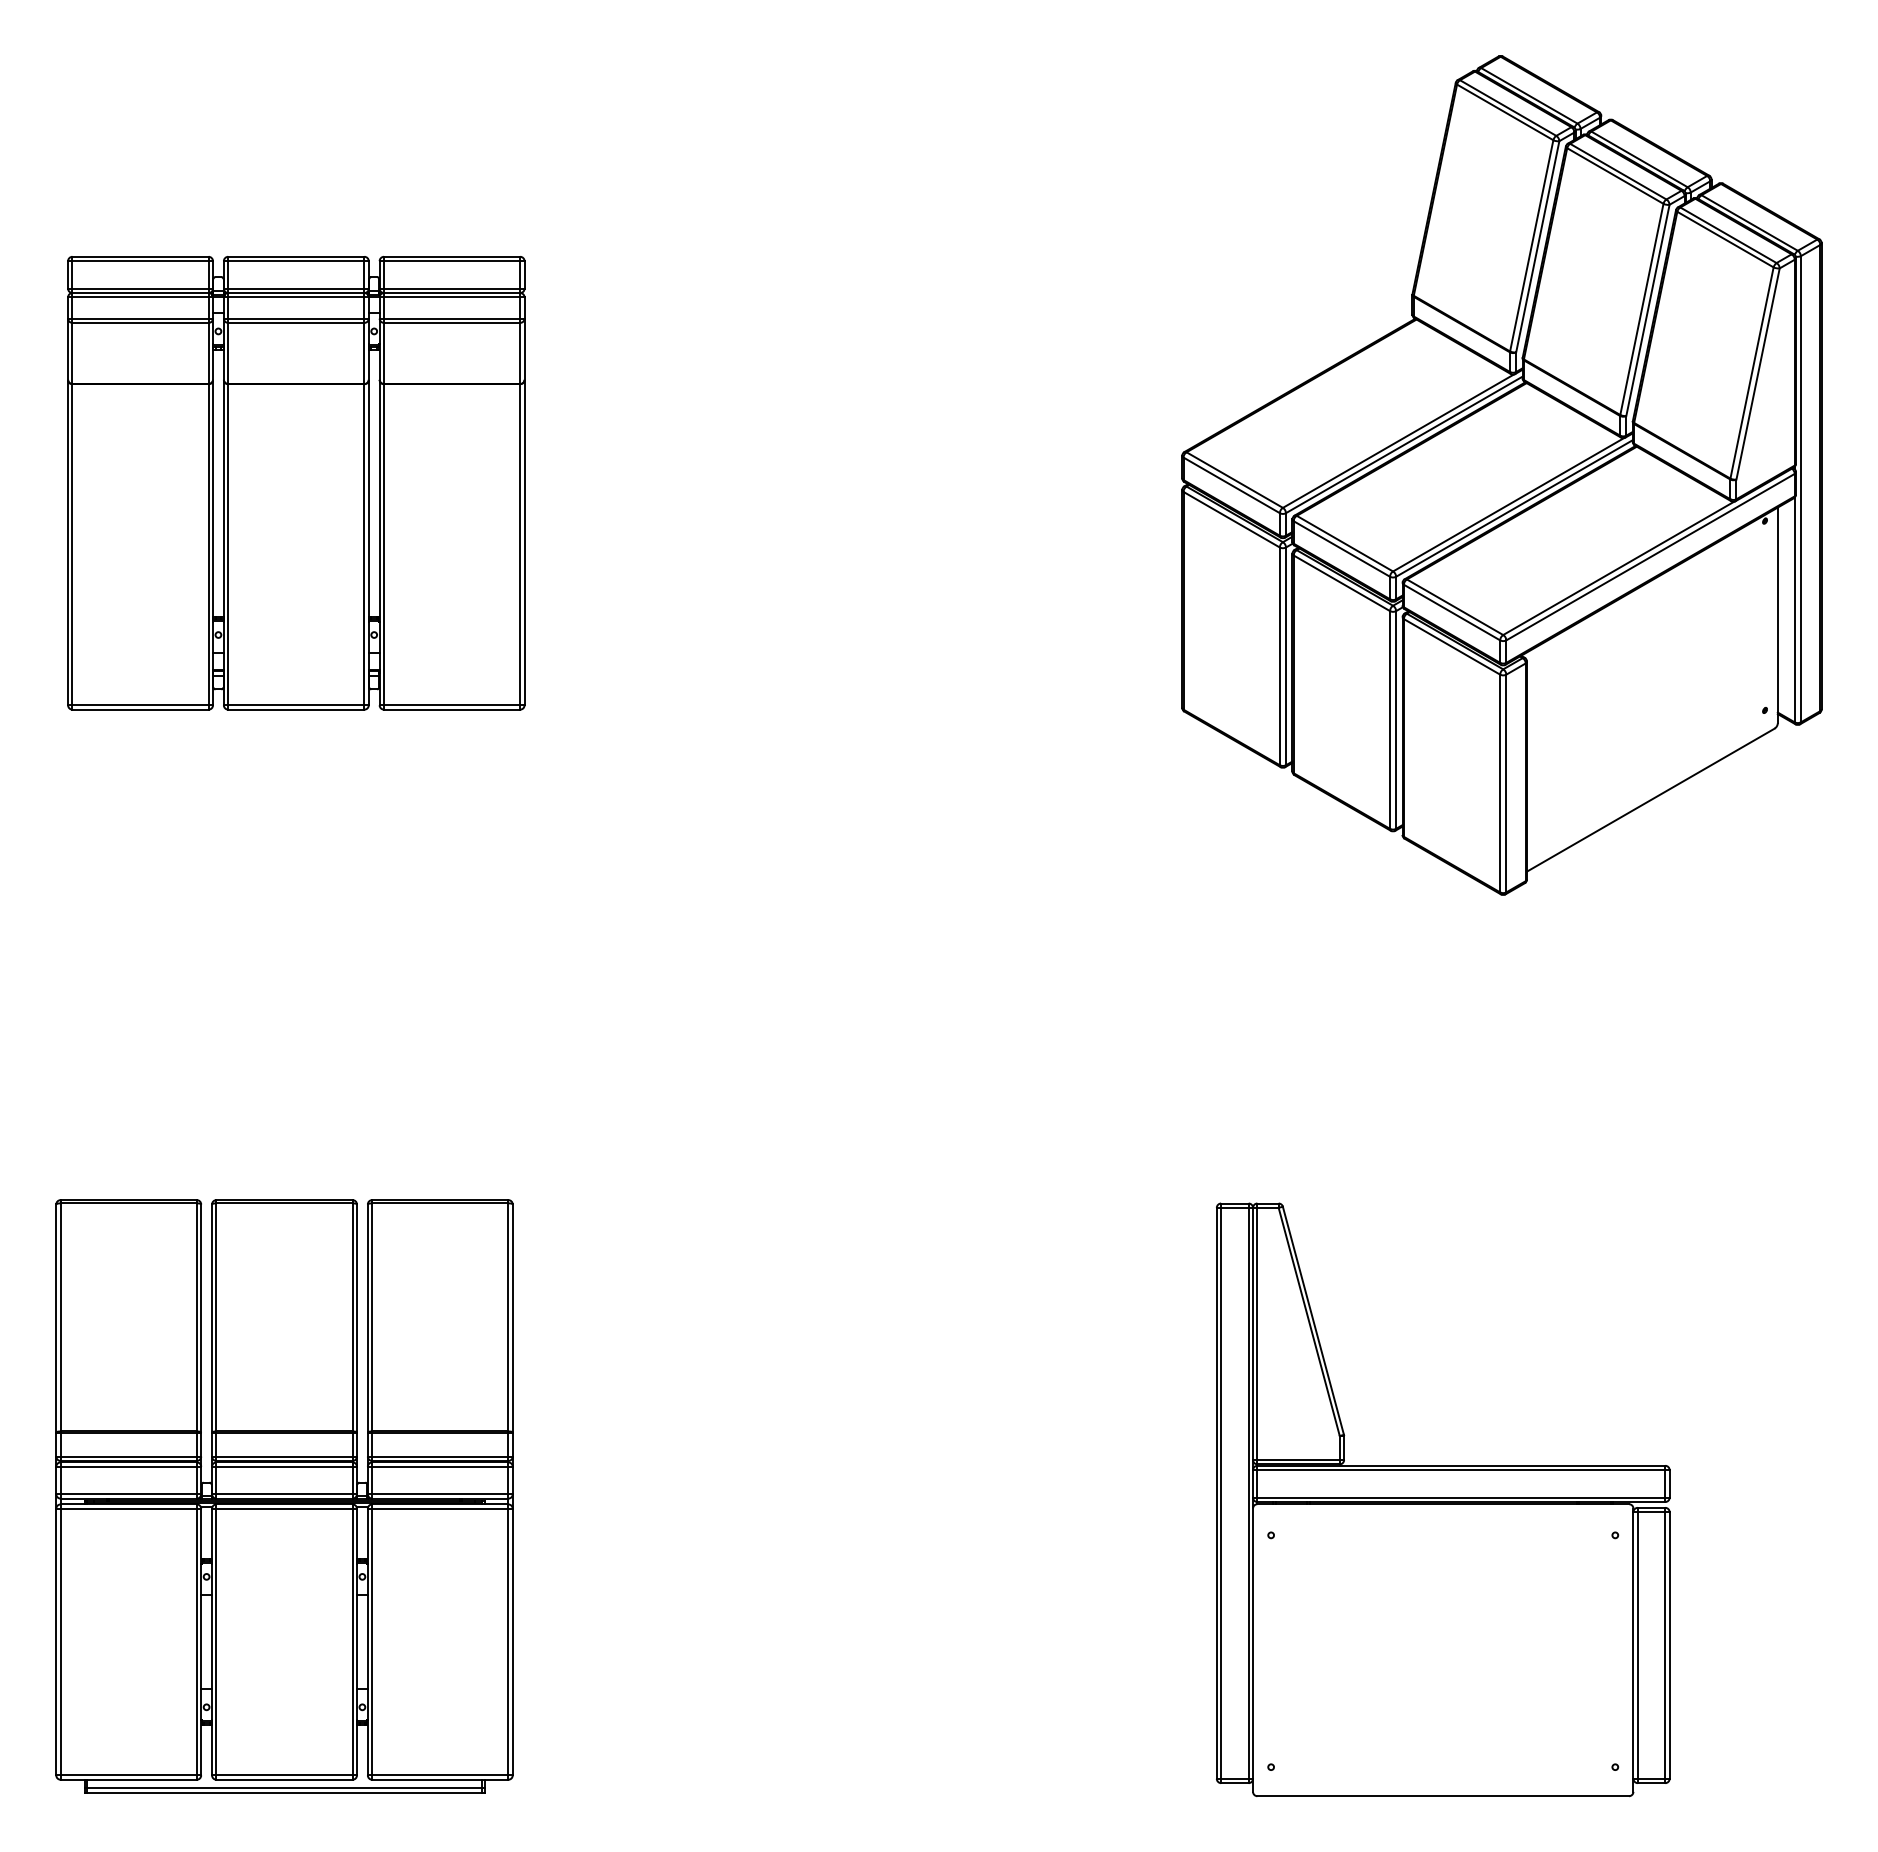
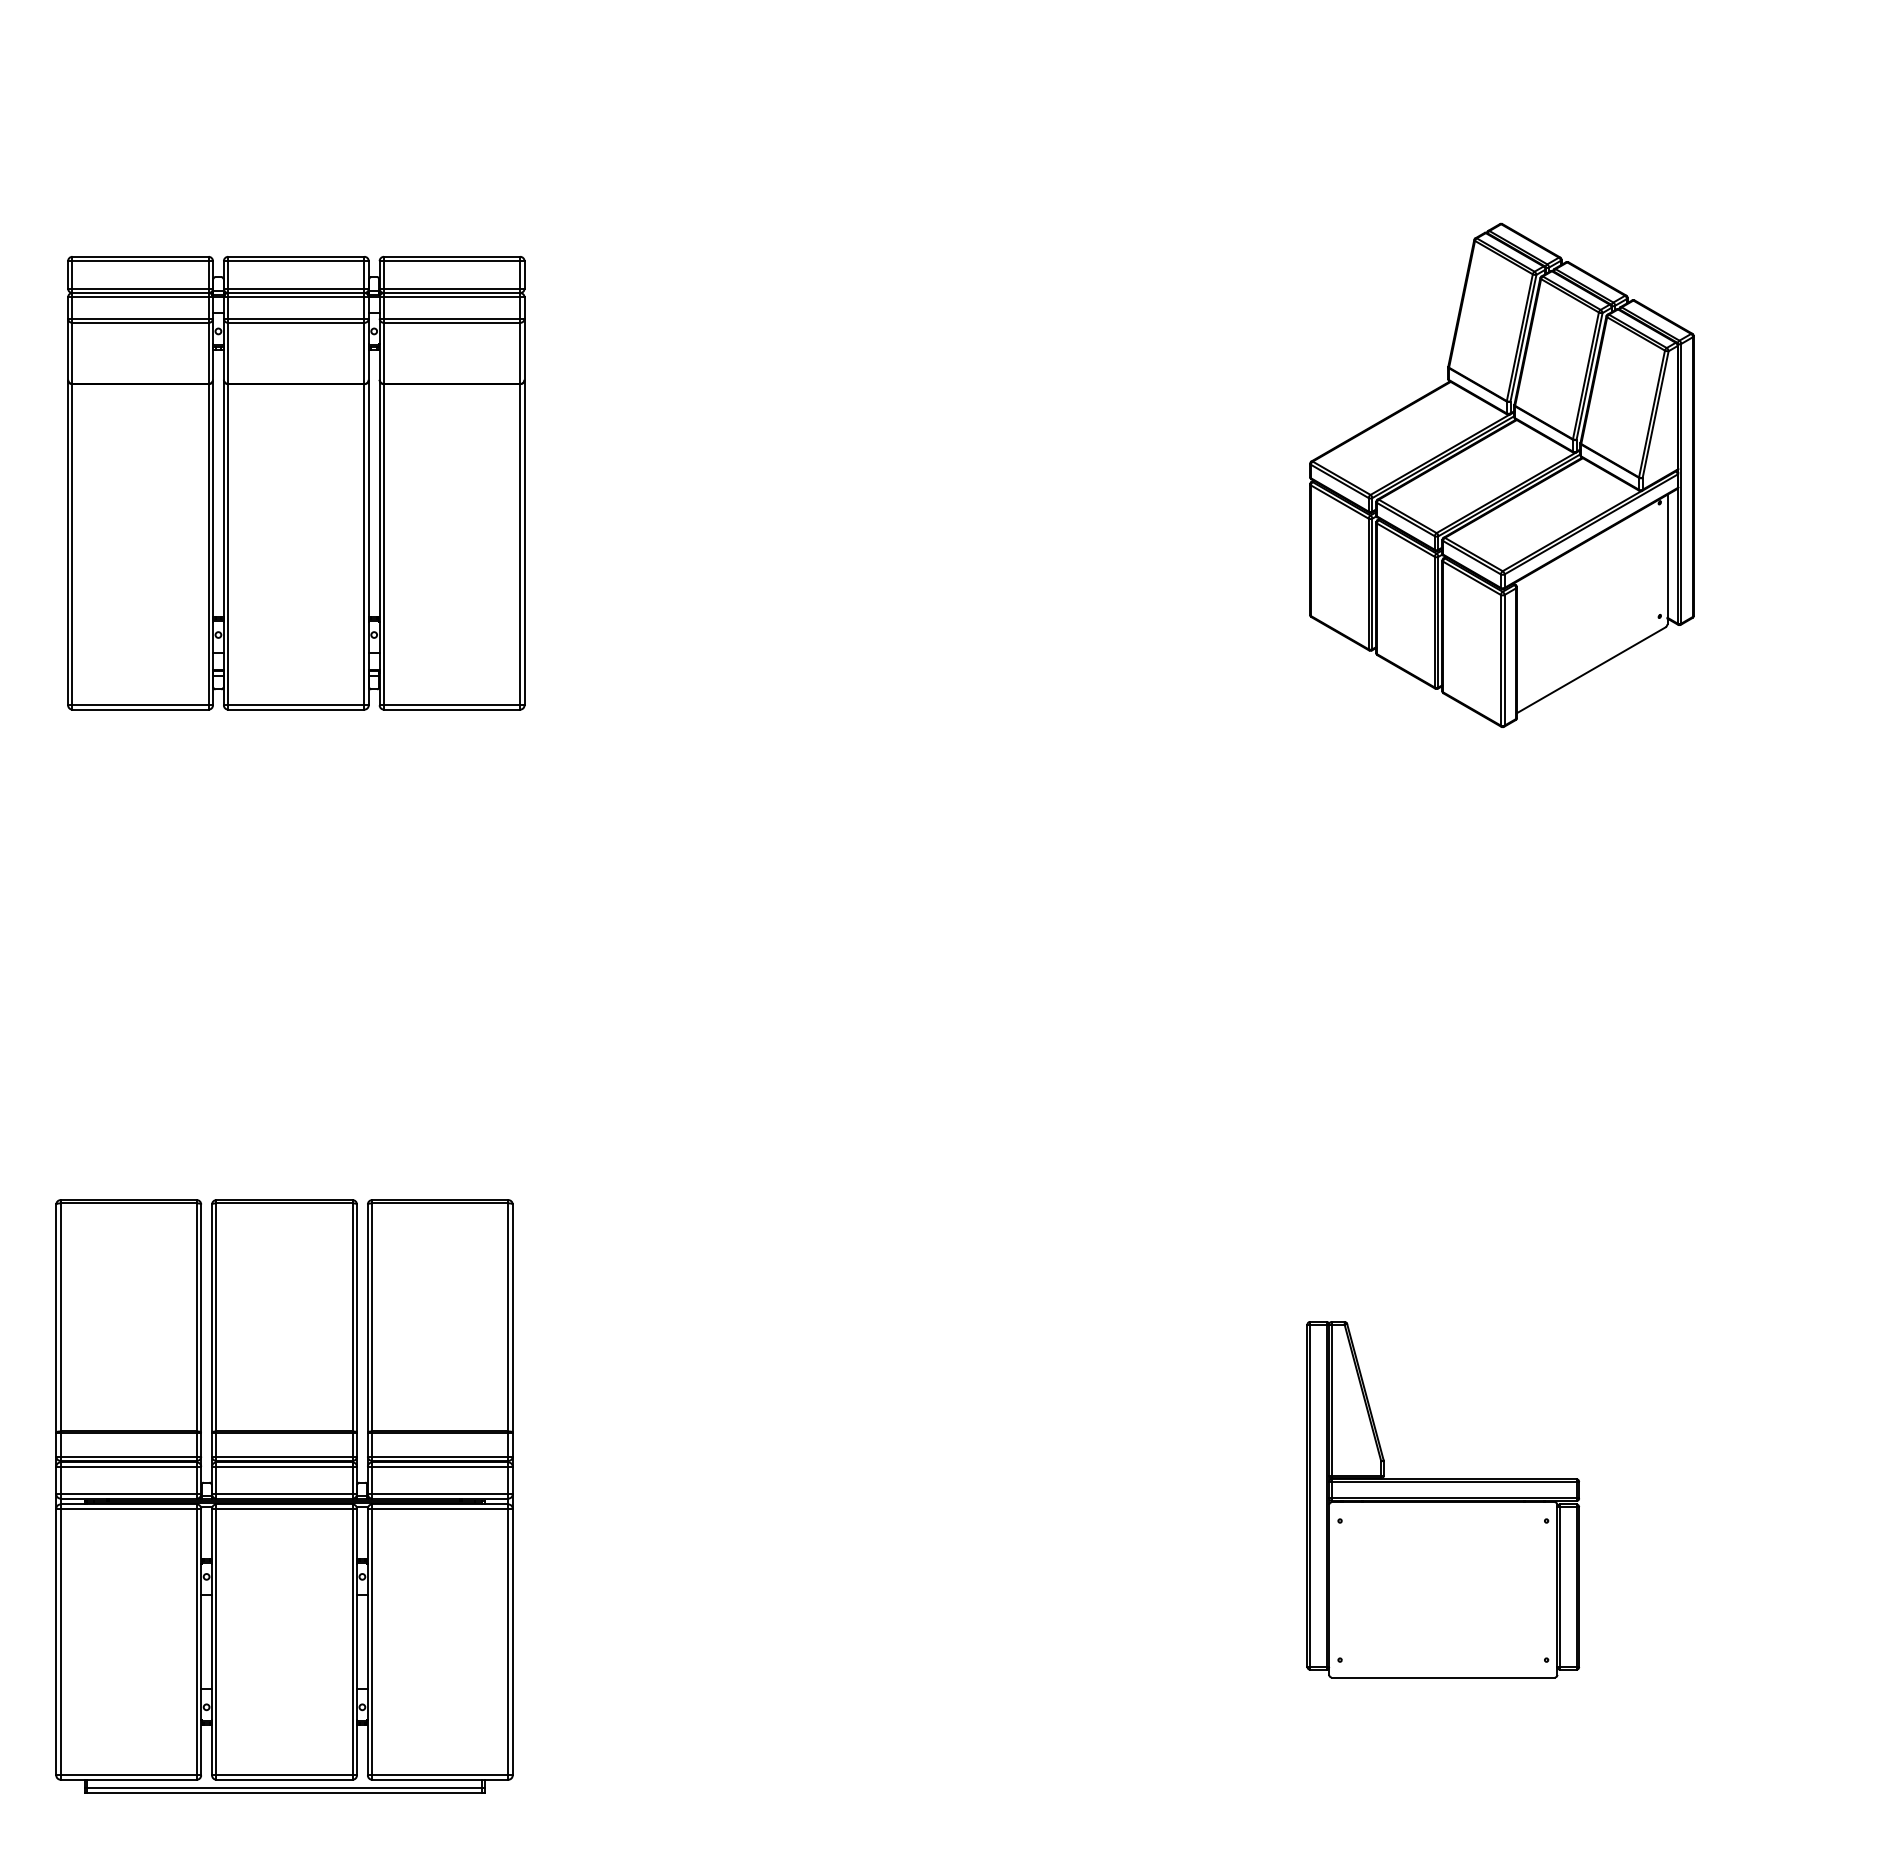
part at (1501, 475) size: 642x841 px -> 386x506 px
part at (1443, 1499) size: 455x595 px -> 274x358 px
